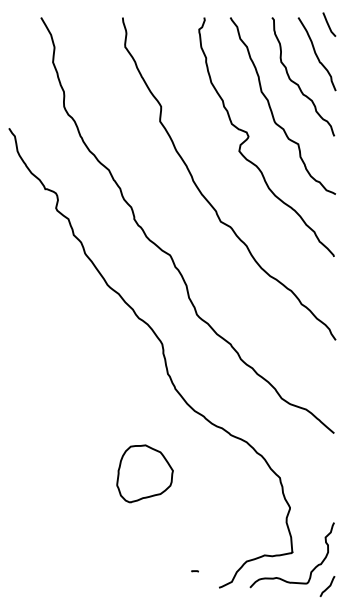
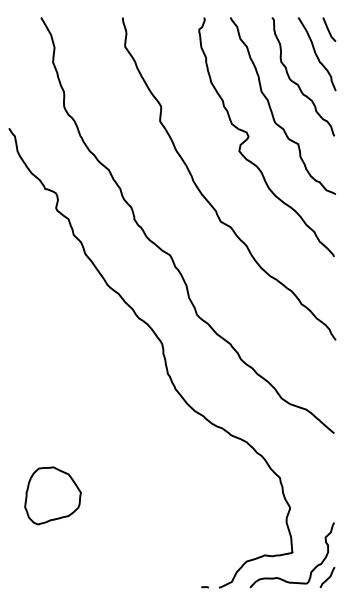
curve at (329, 24) position: (329, 24) -> (329, 29)
part at (144, 473) position: (144, 473) -> (52, 495)
line at (194, 571) position: (194, 571) -> (204, 587)
curve at (328, 586) position: (328, 586) -> (328, 577)
